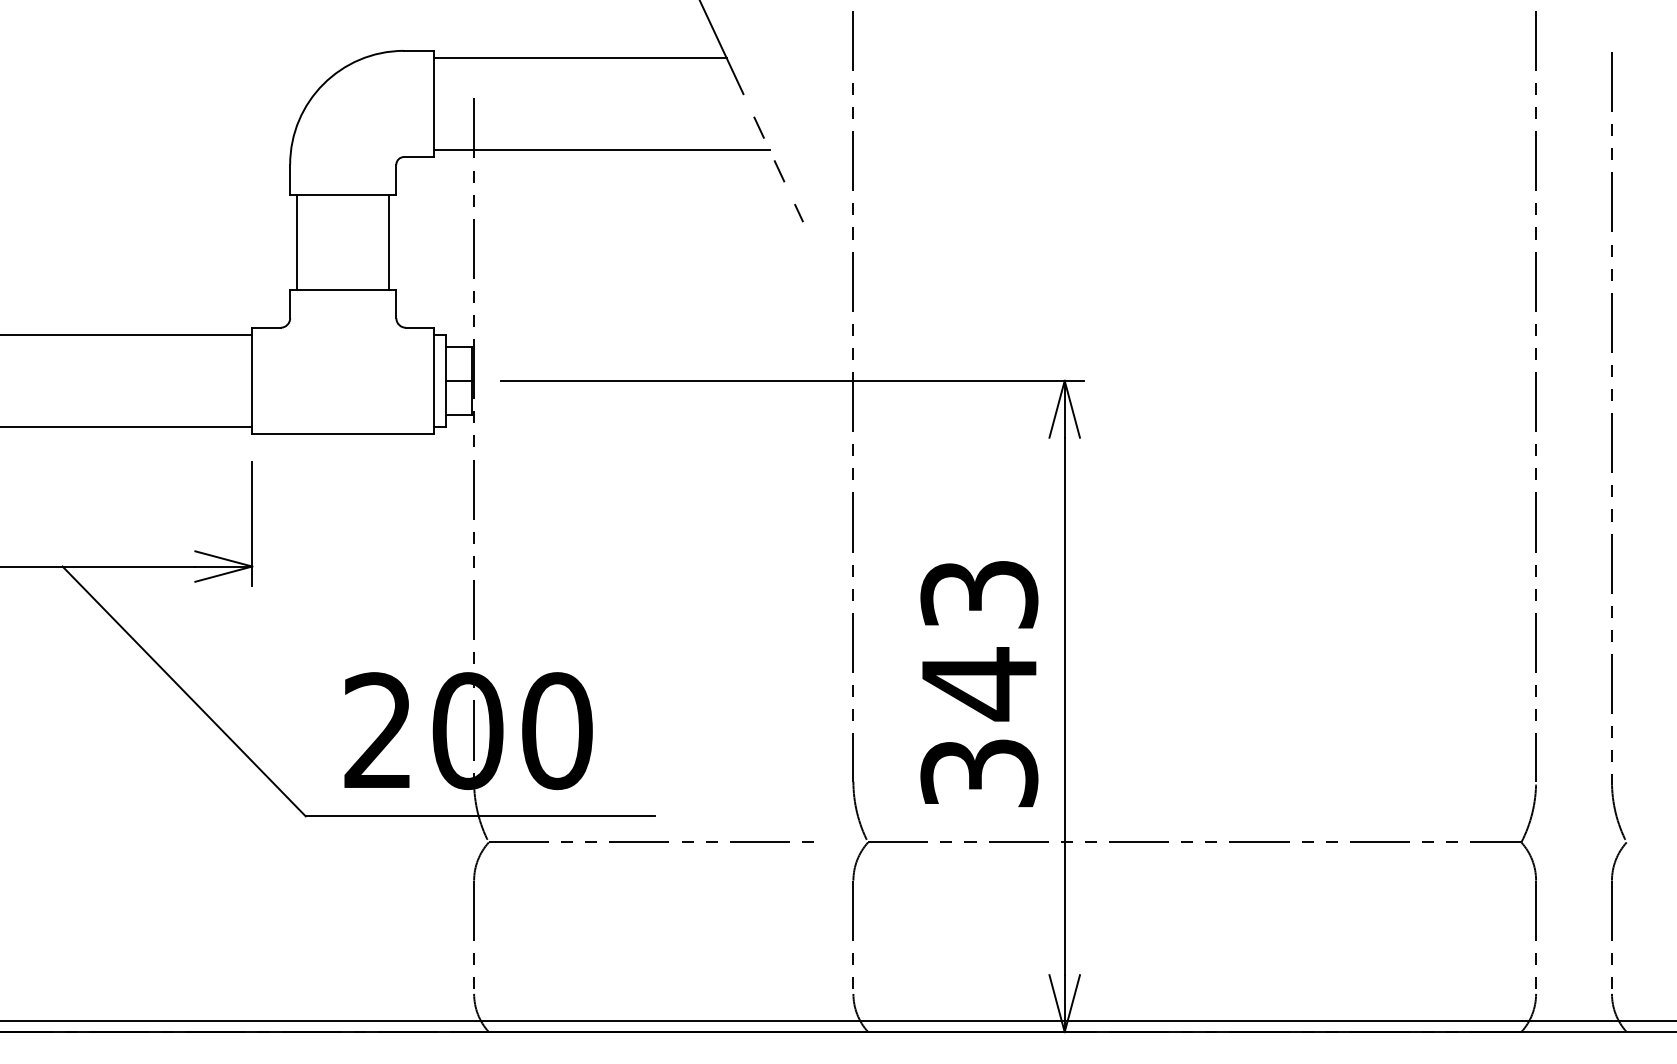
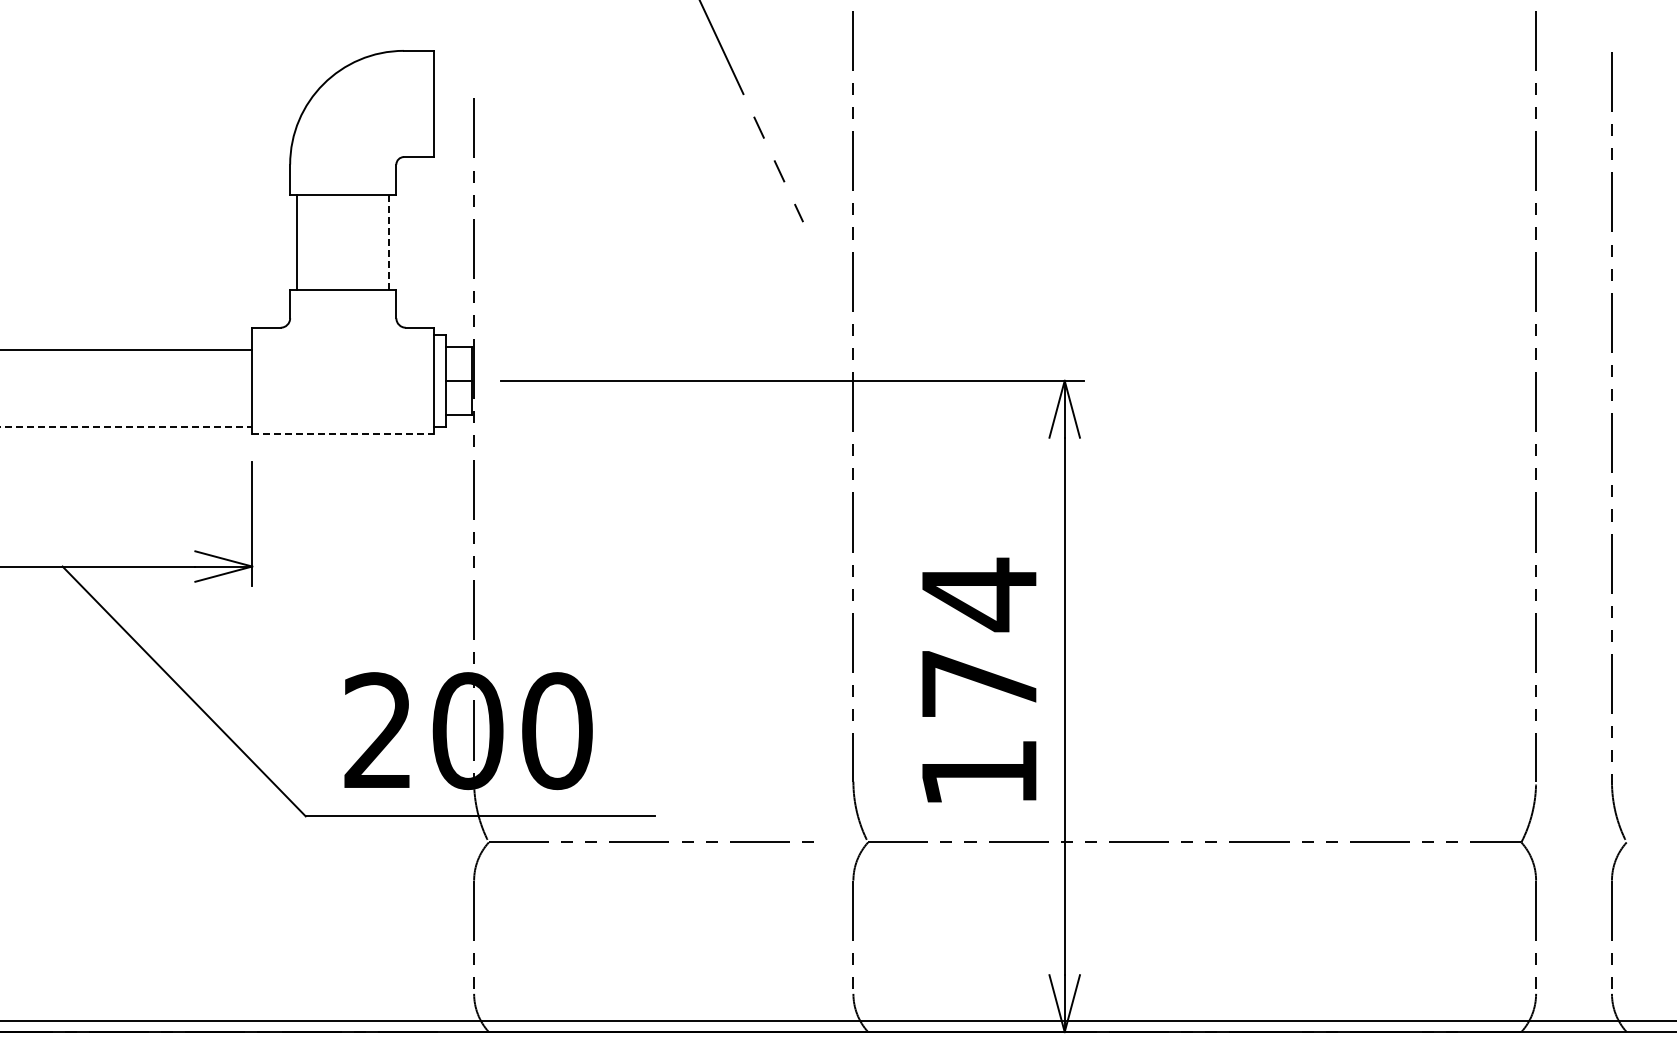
line at (580, 57): present -> none
line at (601, 150): present -> none
line at (389, 242): solid -> dashed
line at (127, 334) position: (127, 334) -> (127, 349)
line at (126, 426): solid -> dashed
line at (343, 433): solid -> dashed
text at (979, 682): 343 -> 174
